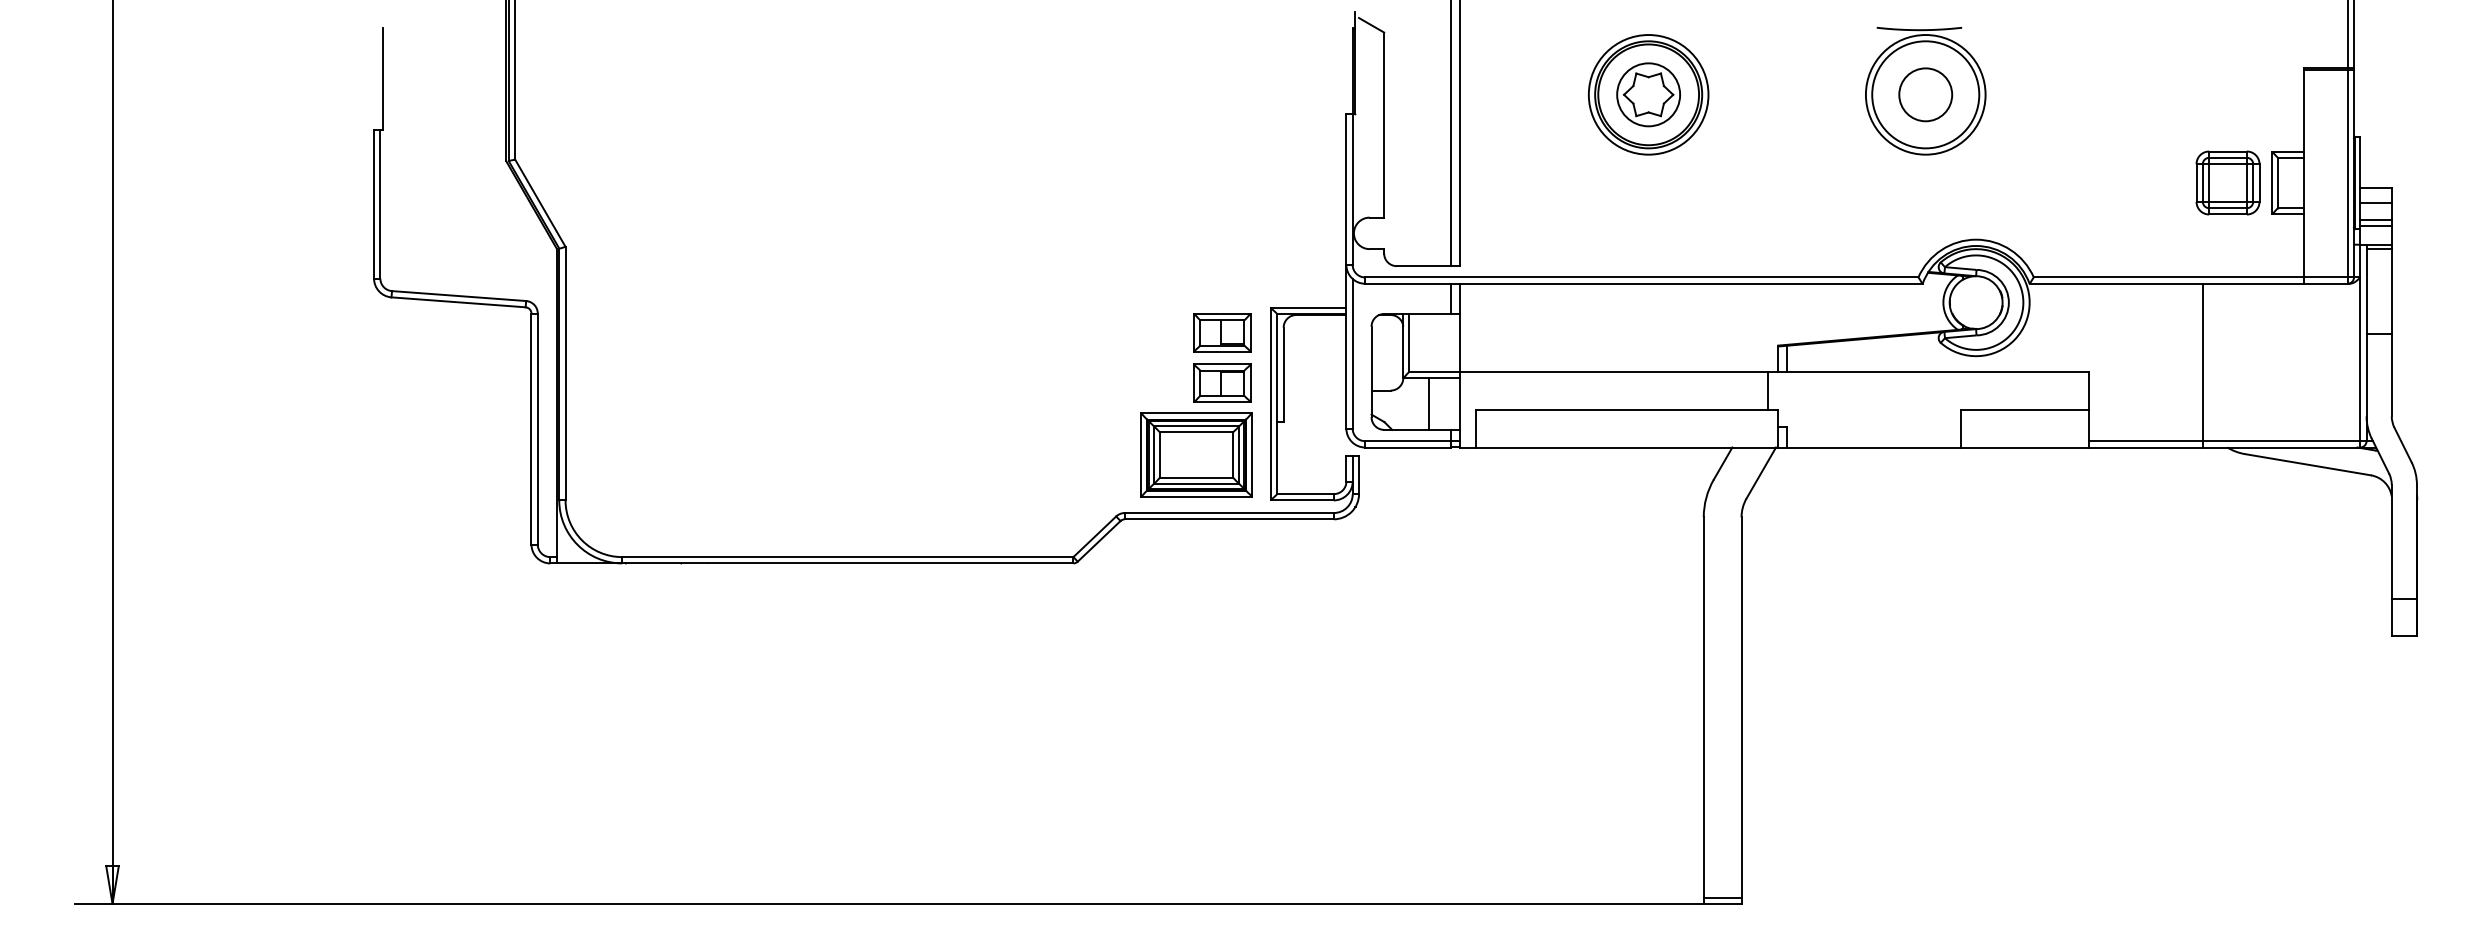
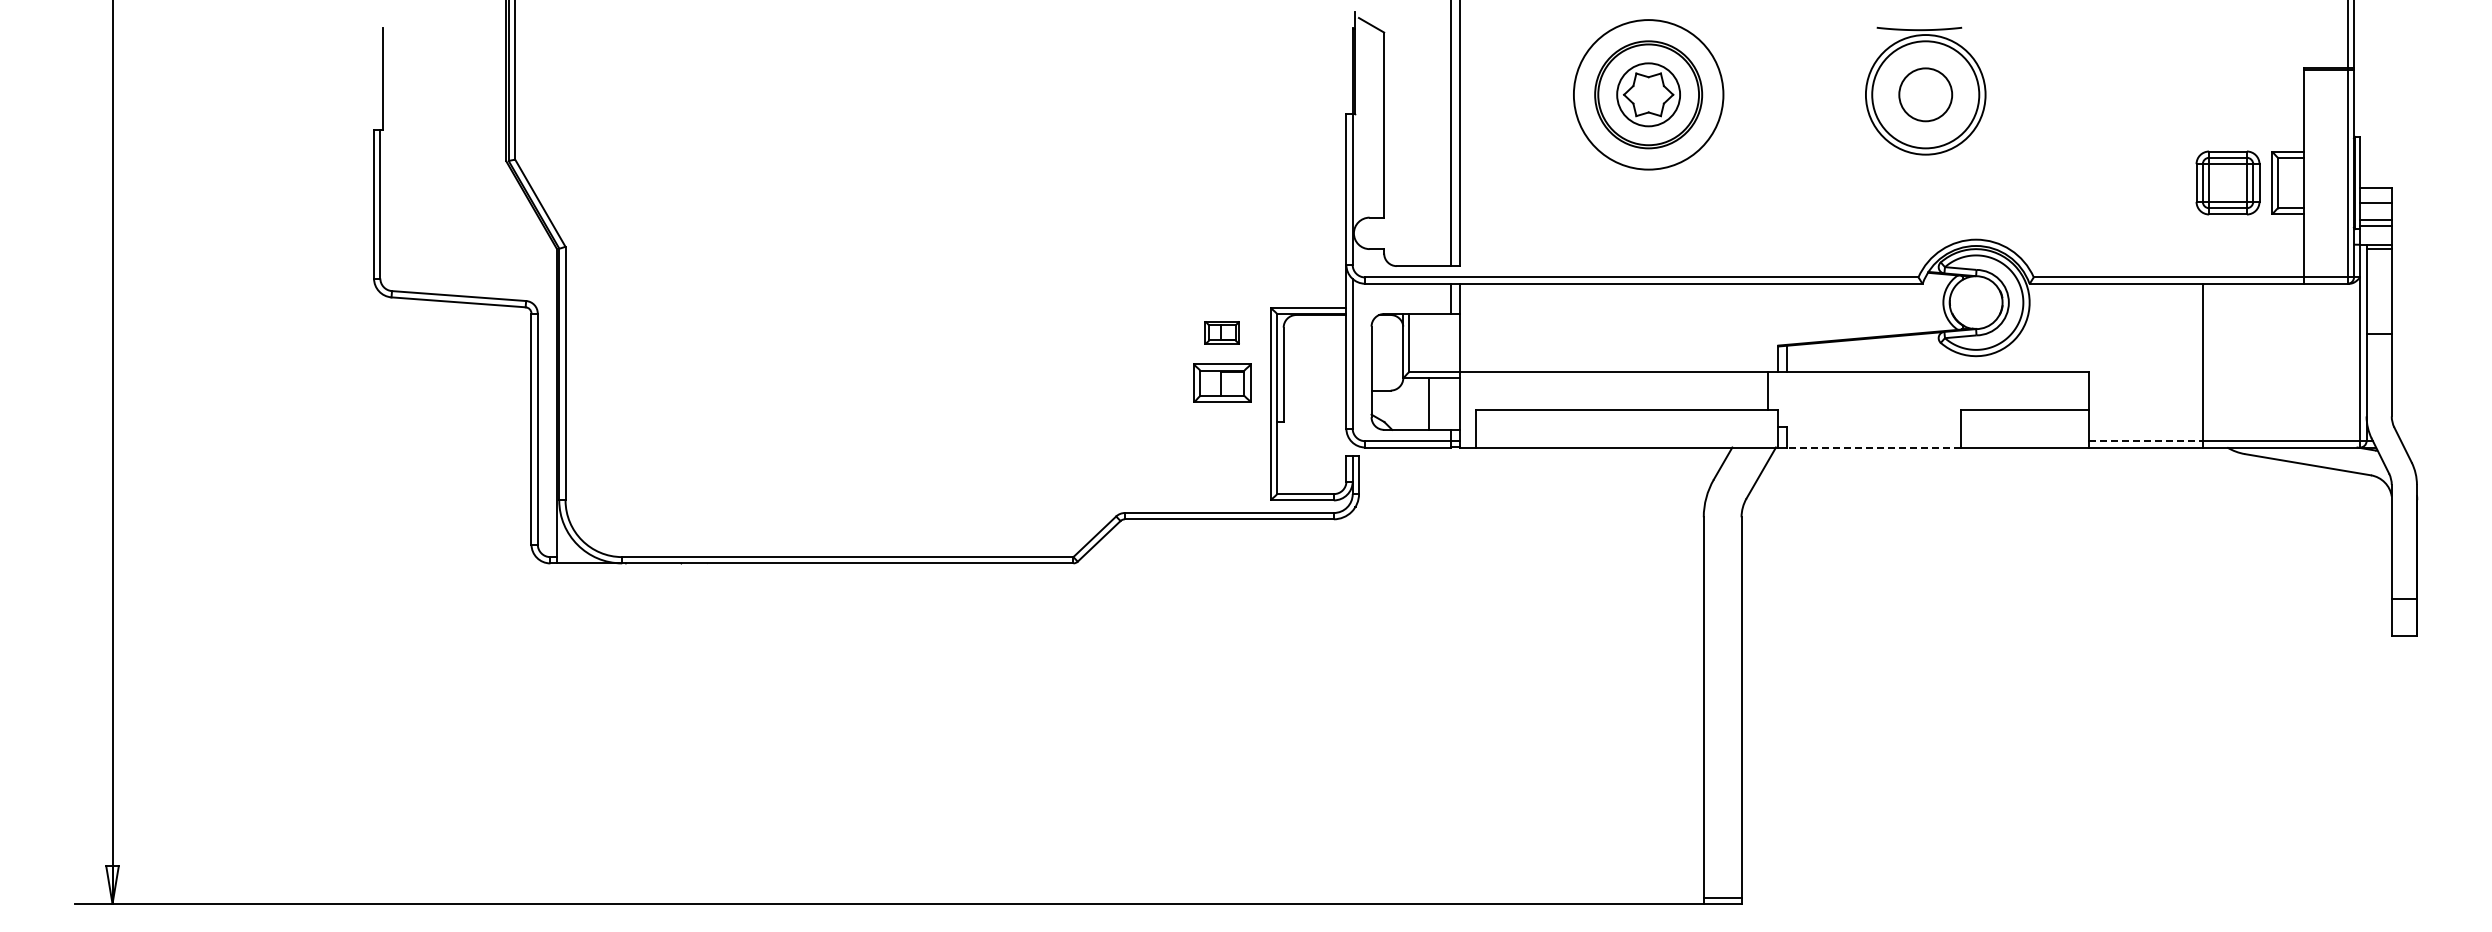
circle at (1648, 94) diameter: 120 px -> 150 px
part at (1222, 332) size: 59x40 px -> 36x24 px
line at (2145, 441): solid -> dashed
line at (1874, 447): solid -> dashed
part at (1196, 454): present -> none
